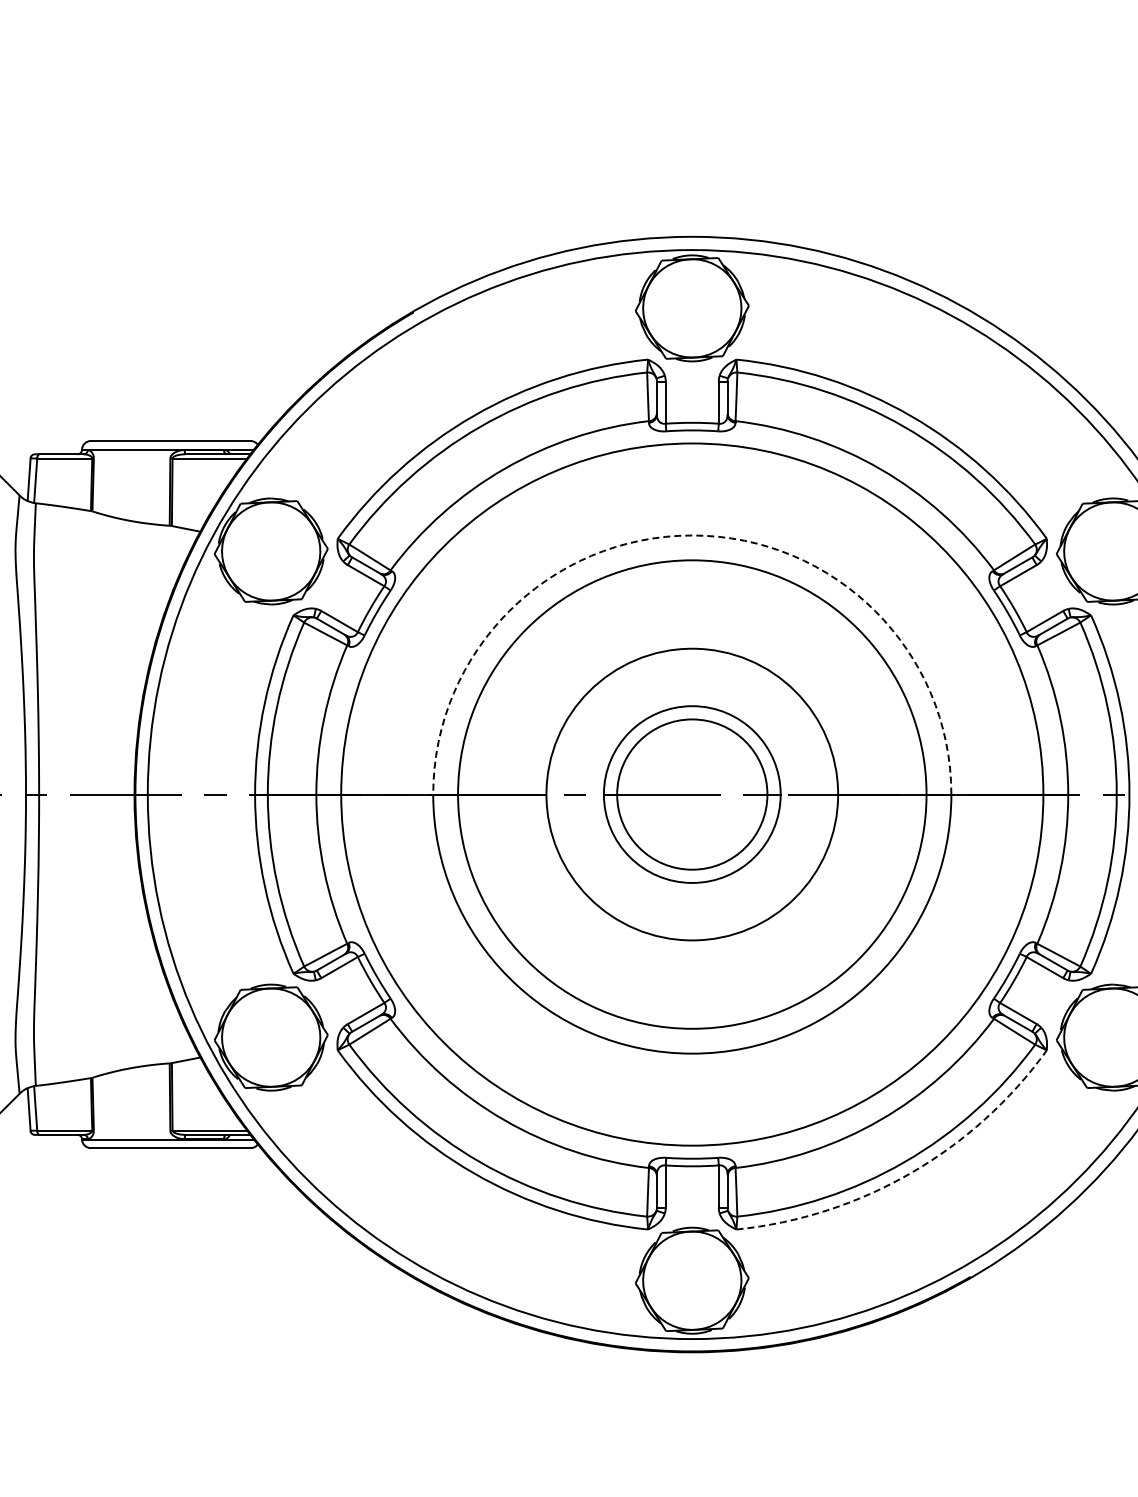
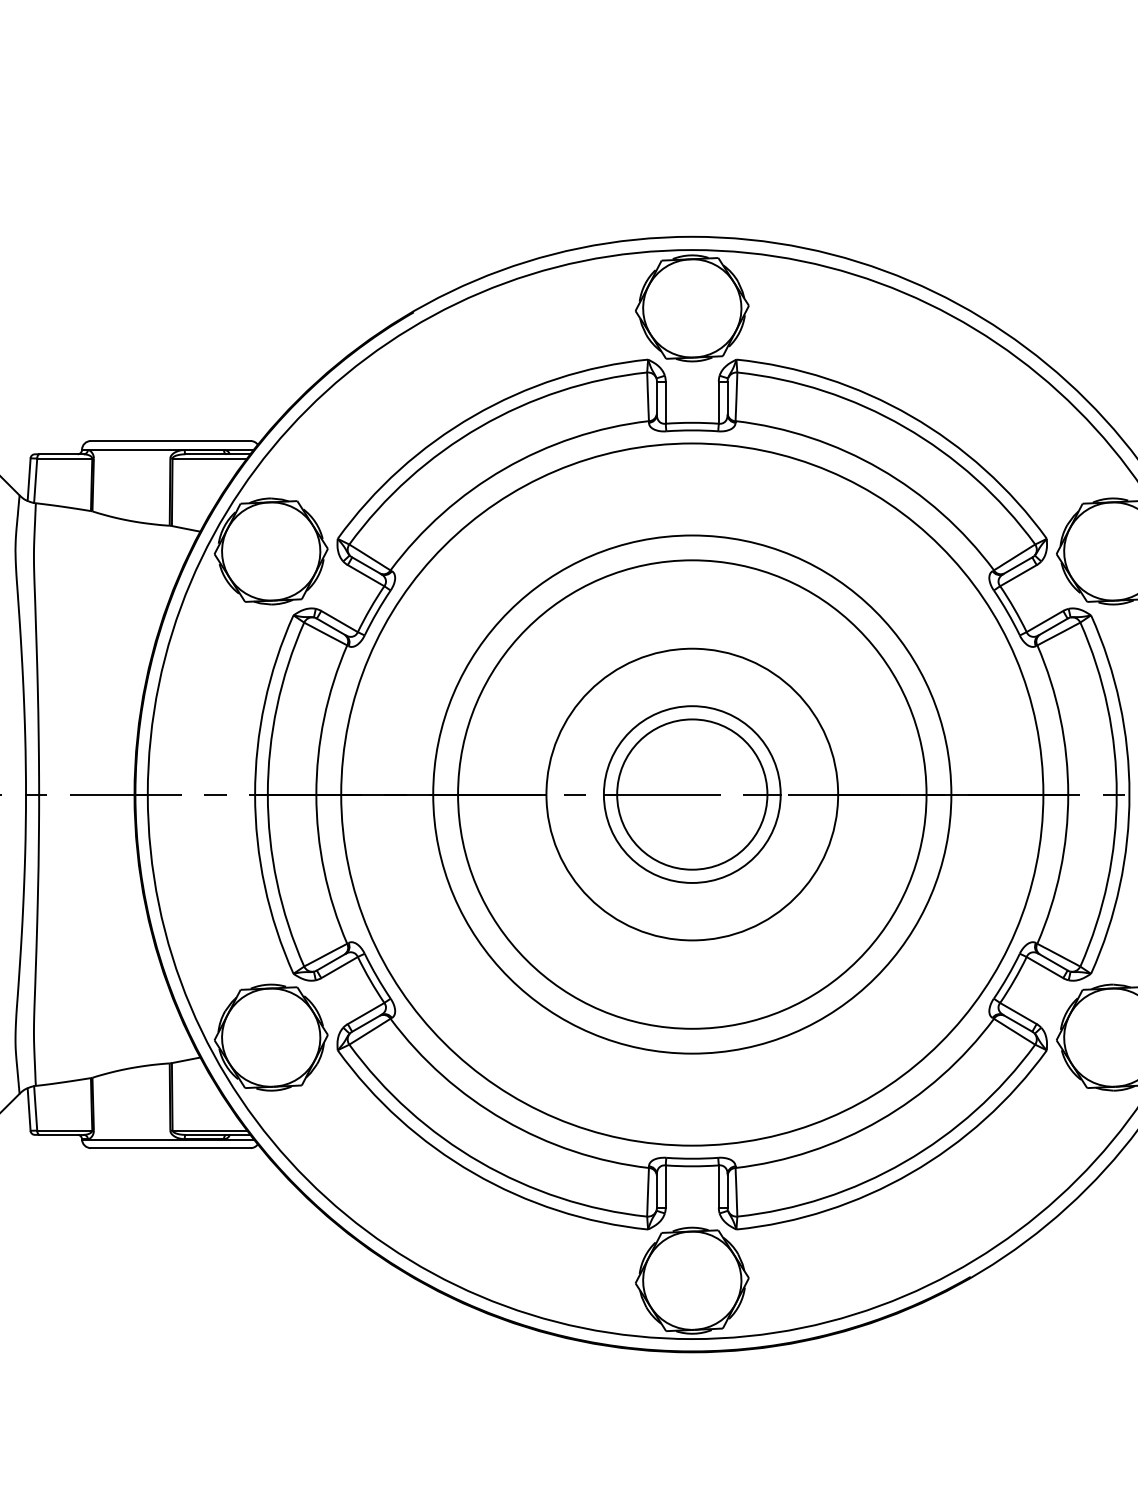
arc at (692, 535): dashed -> solid
arc at (910, 1173): dashed -> solid
